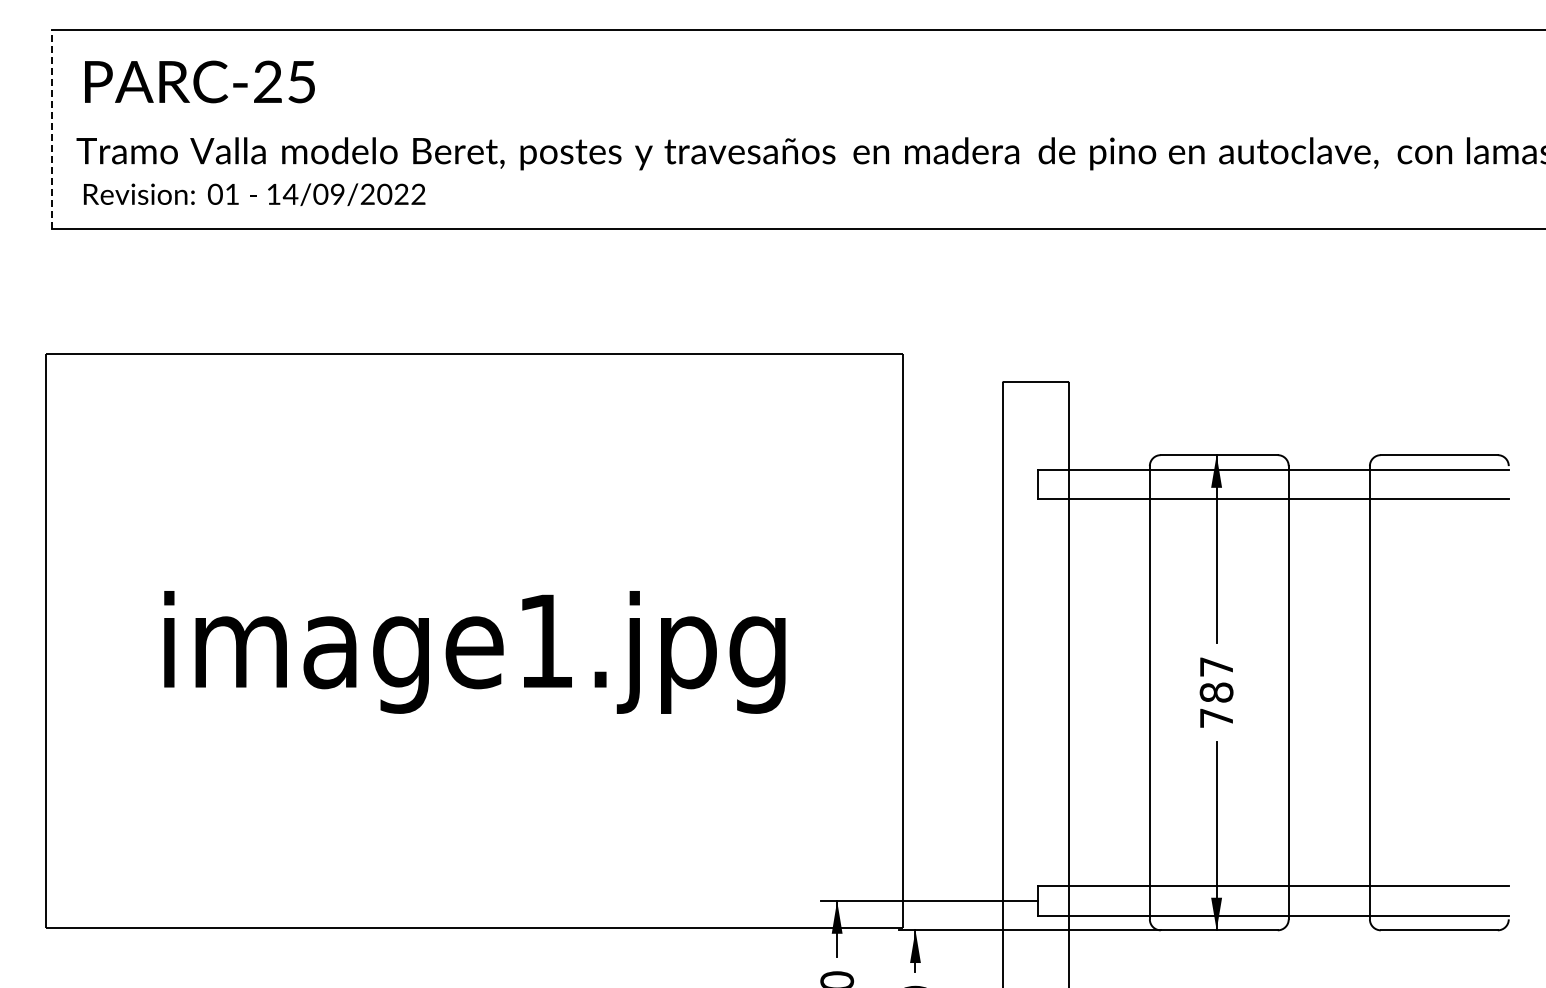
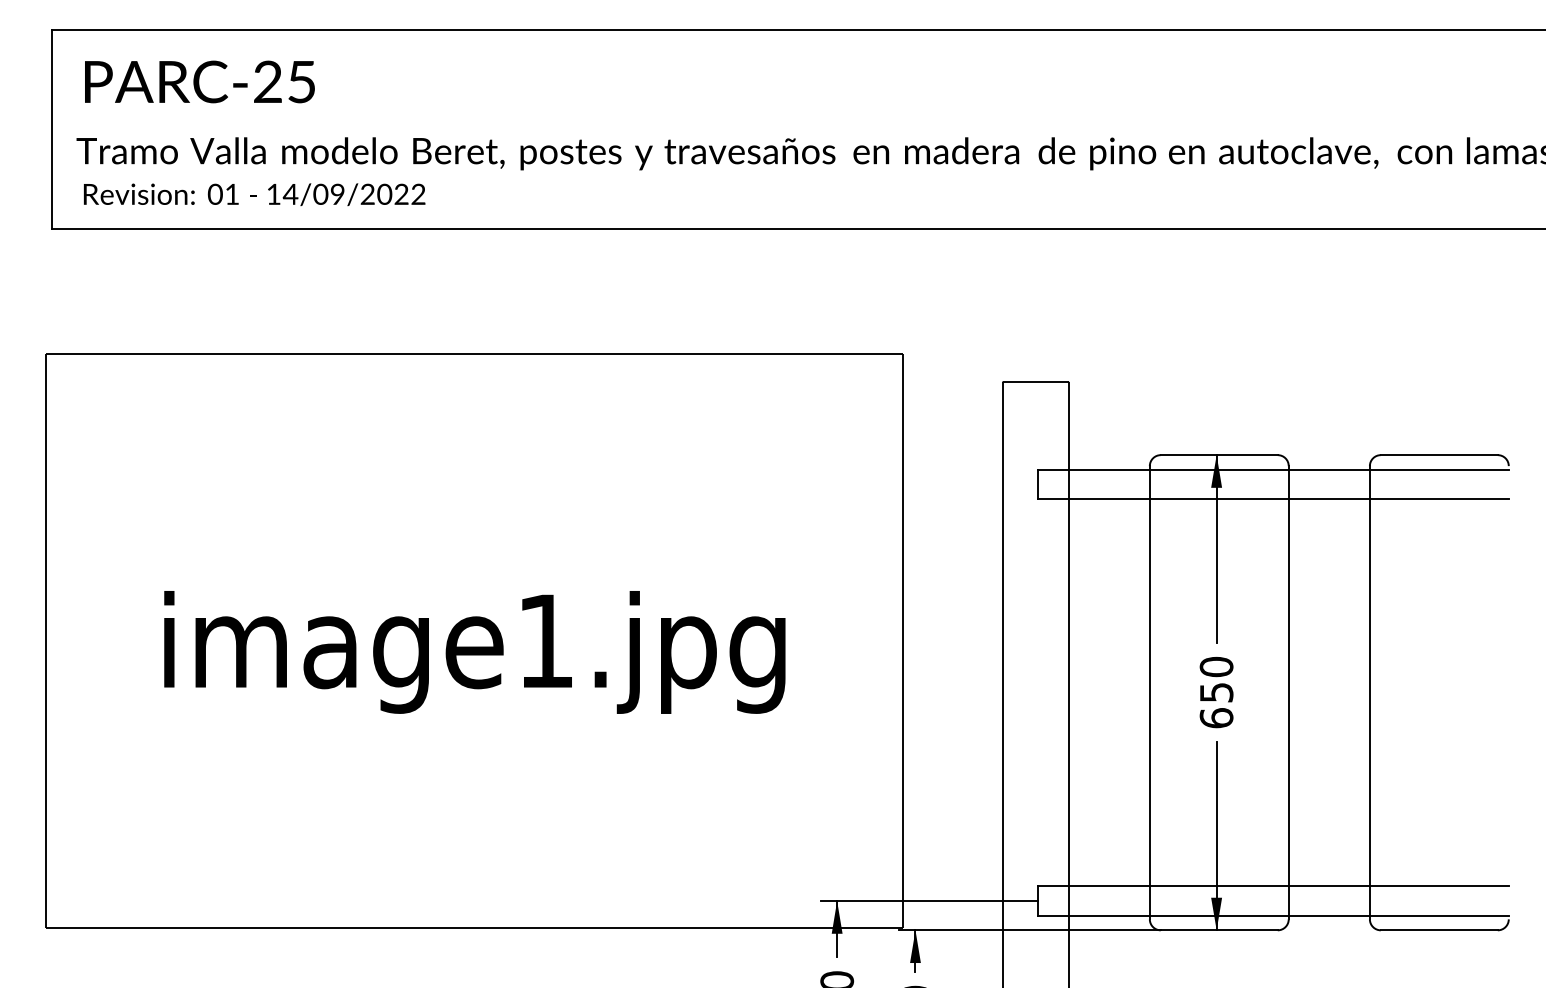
line at (51, 129): dashed -> solid
text at (1216, 692): 787 -> 650
